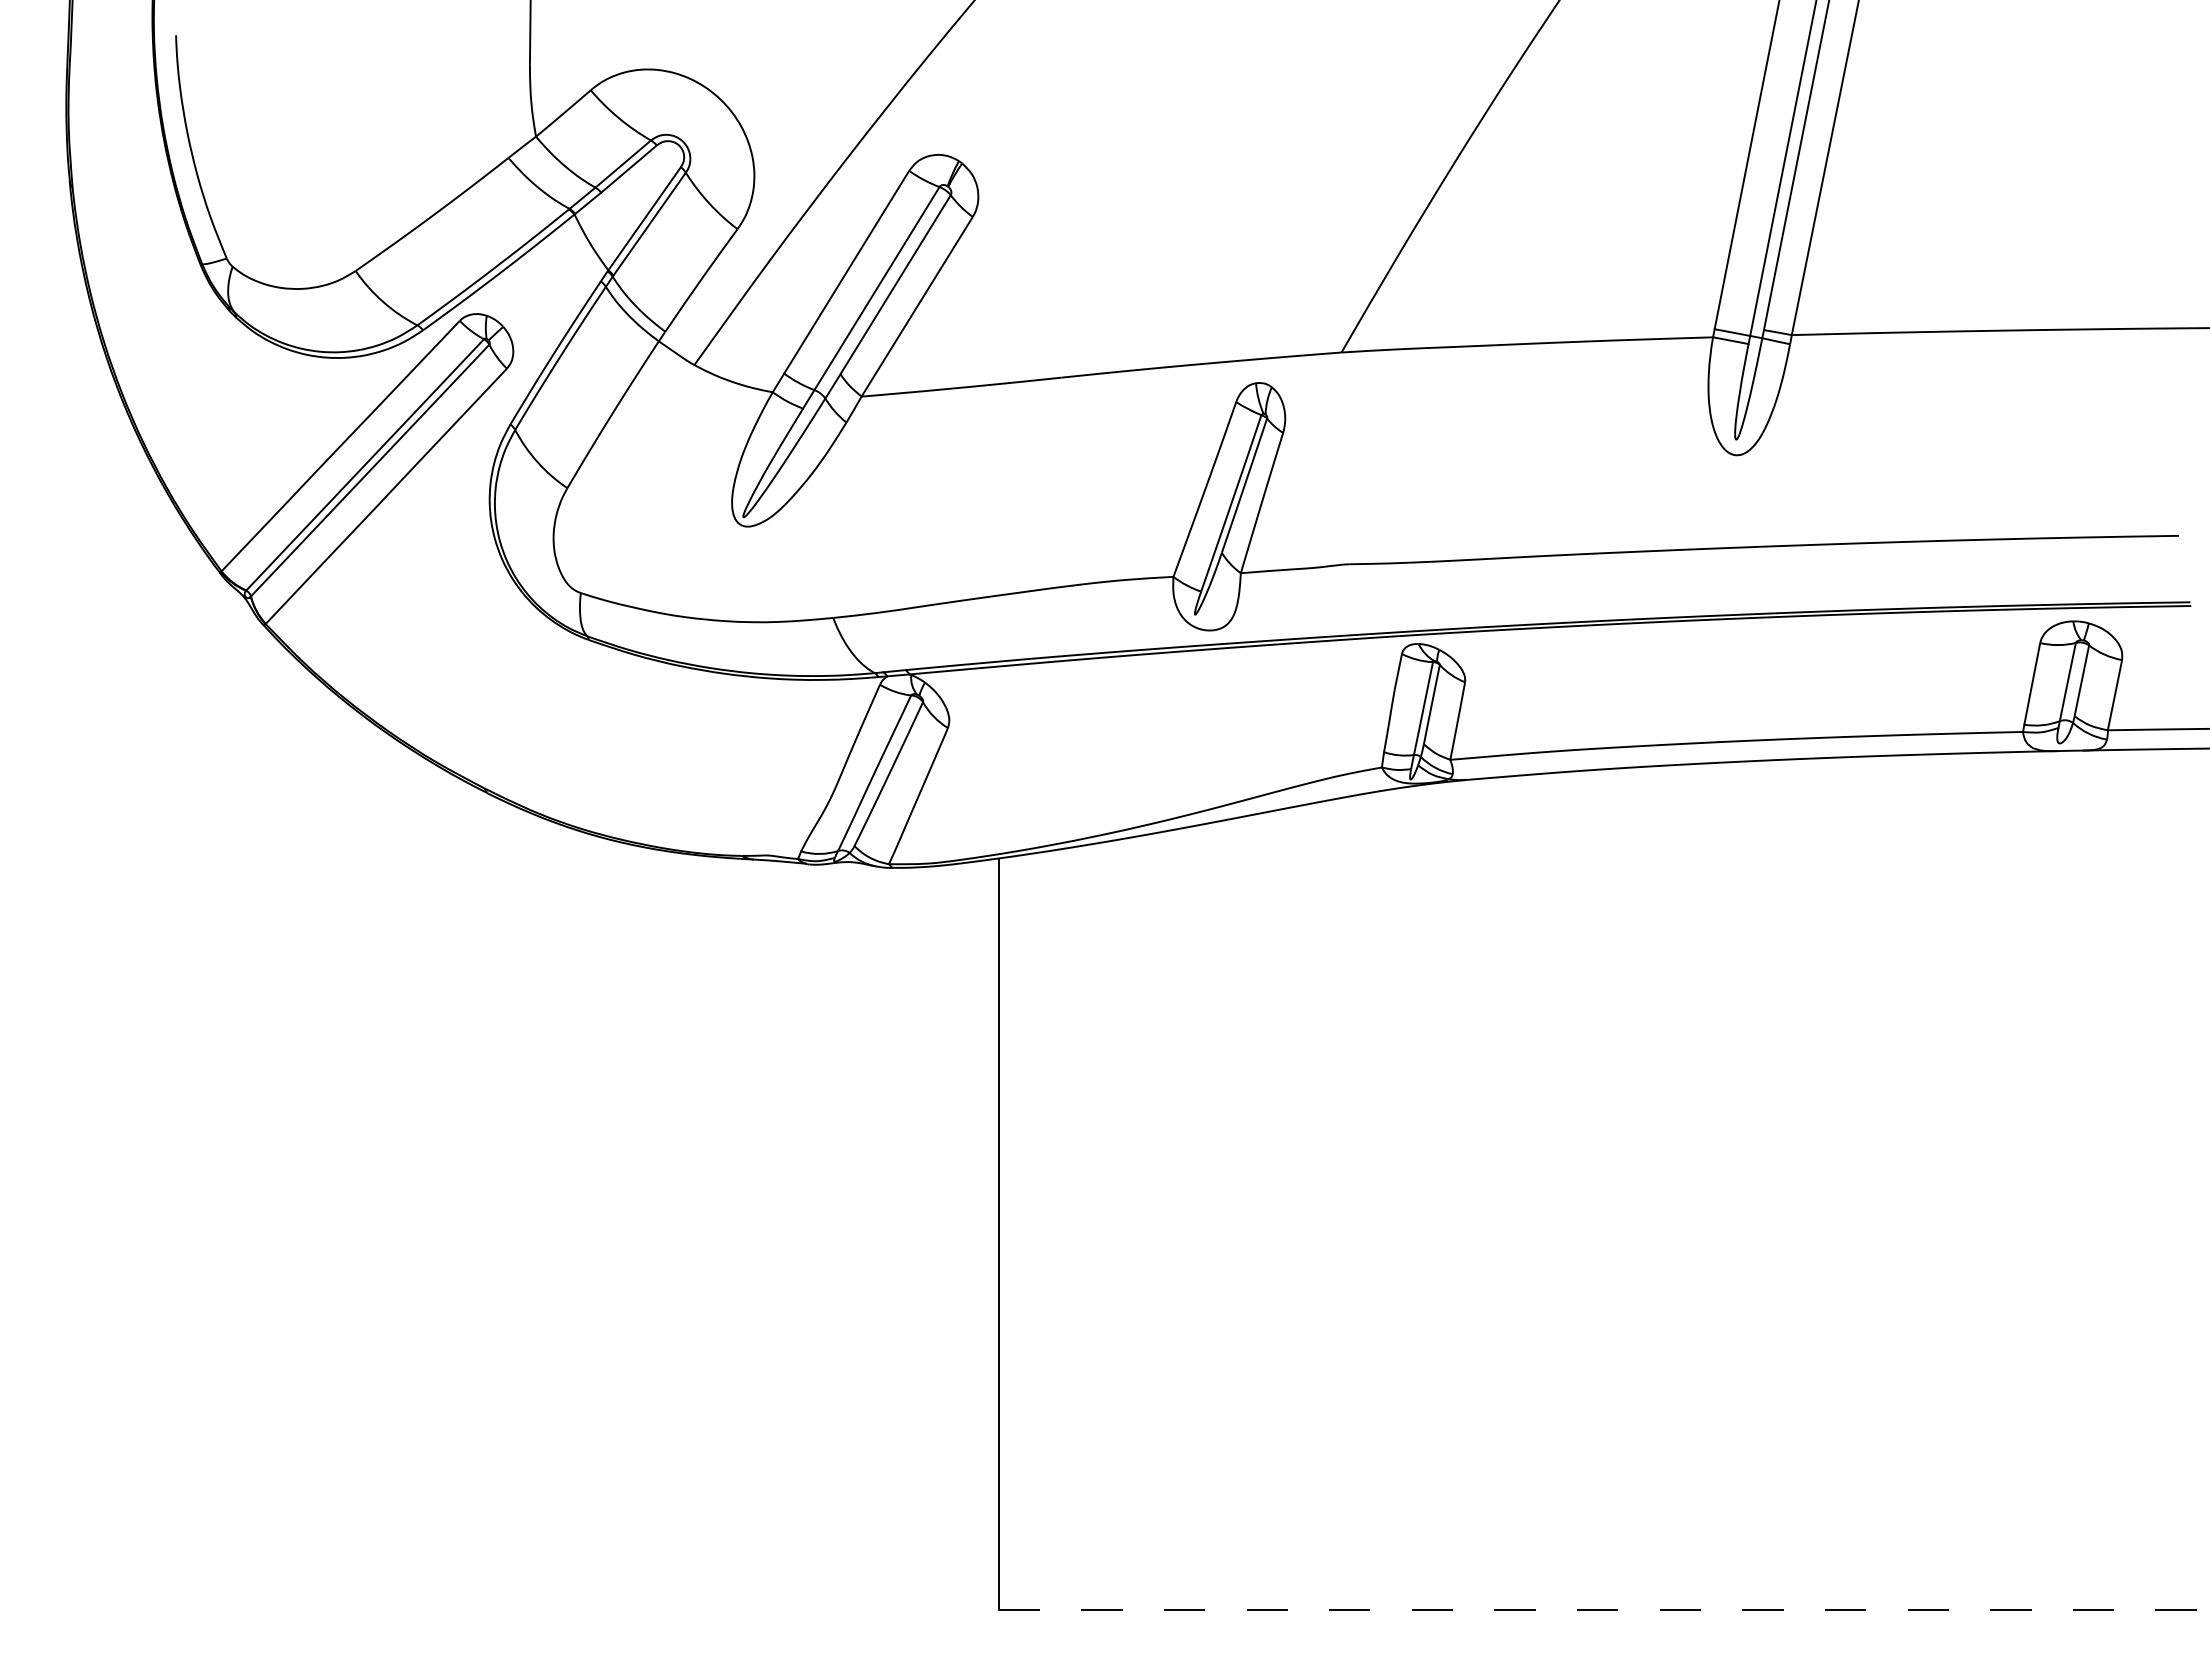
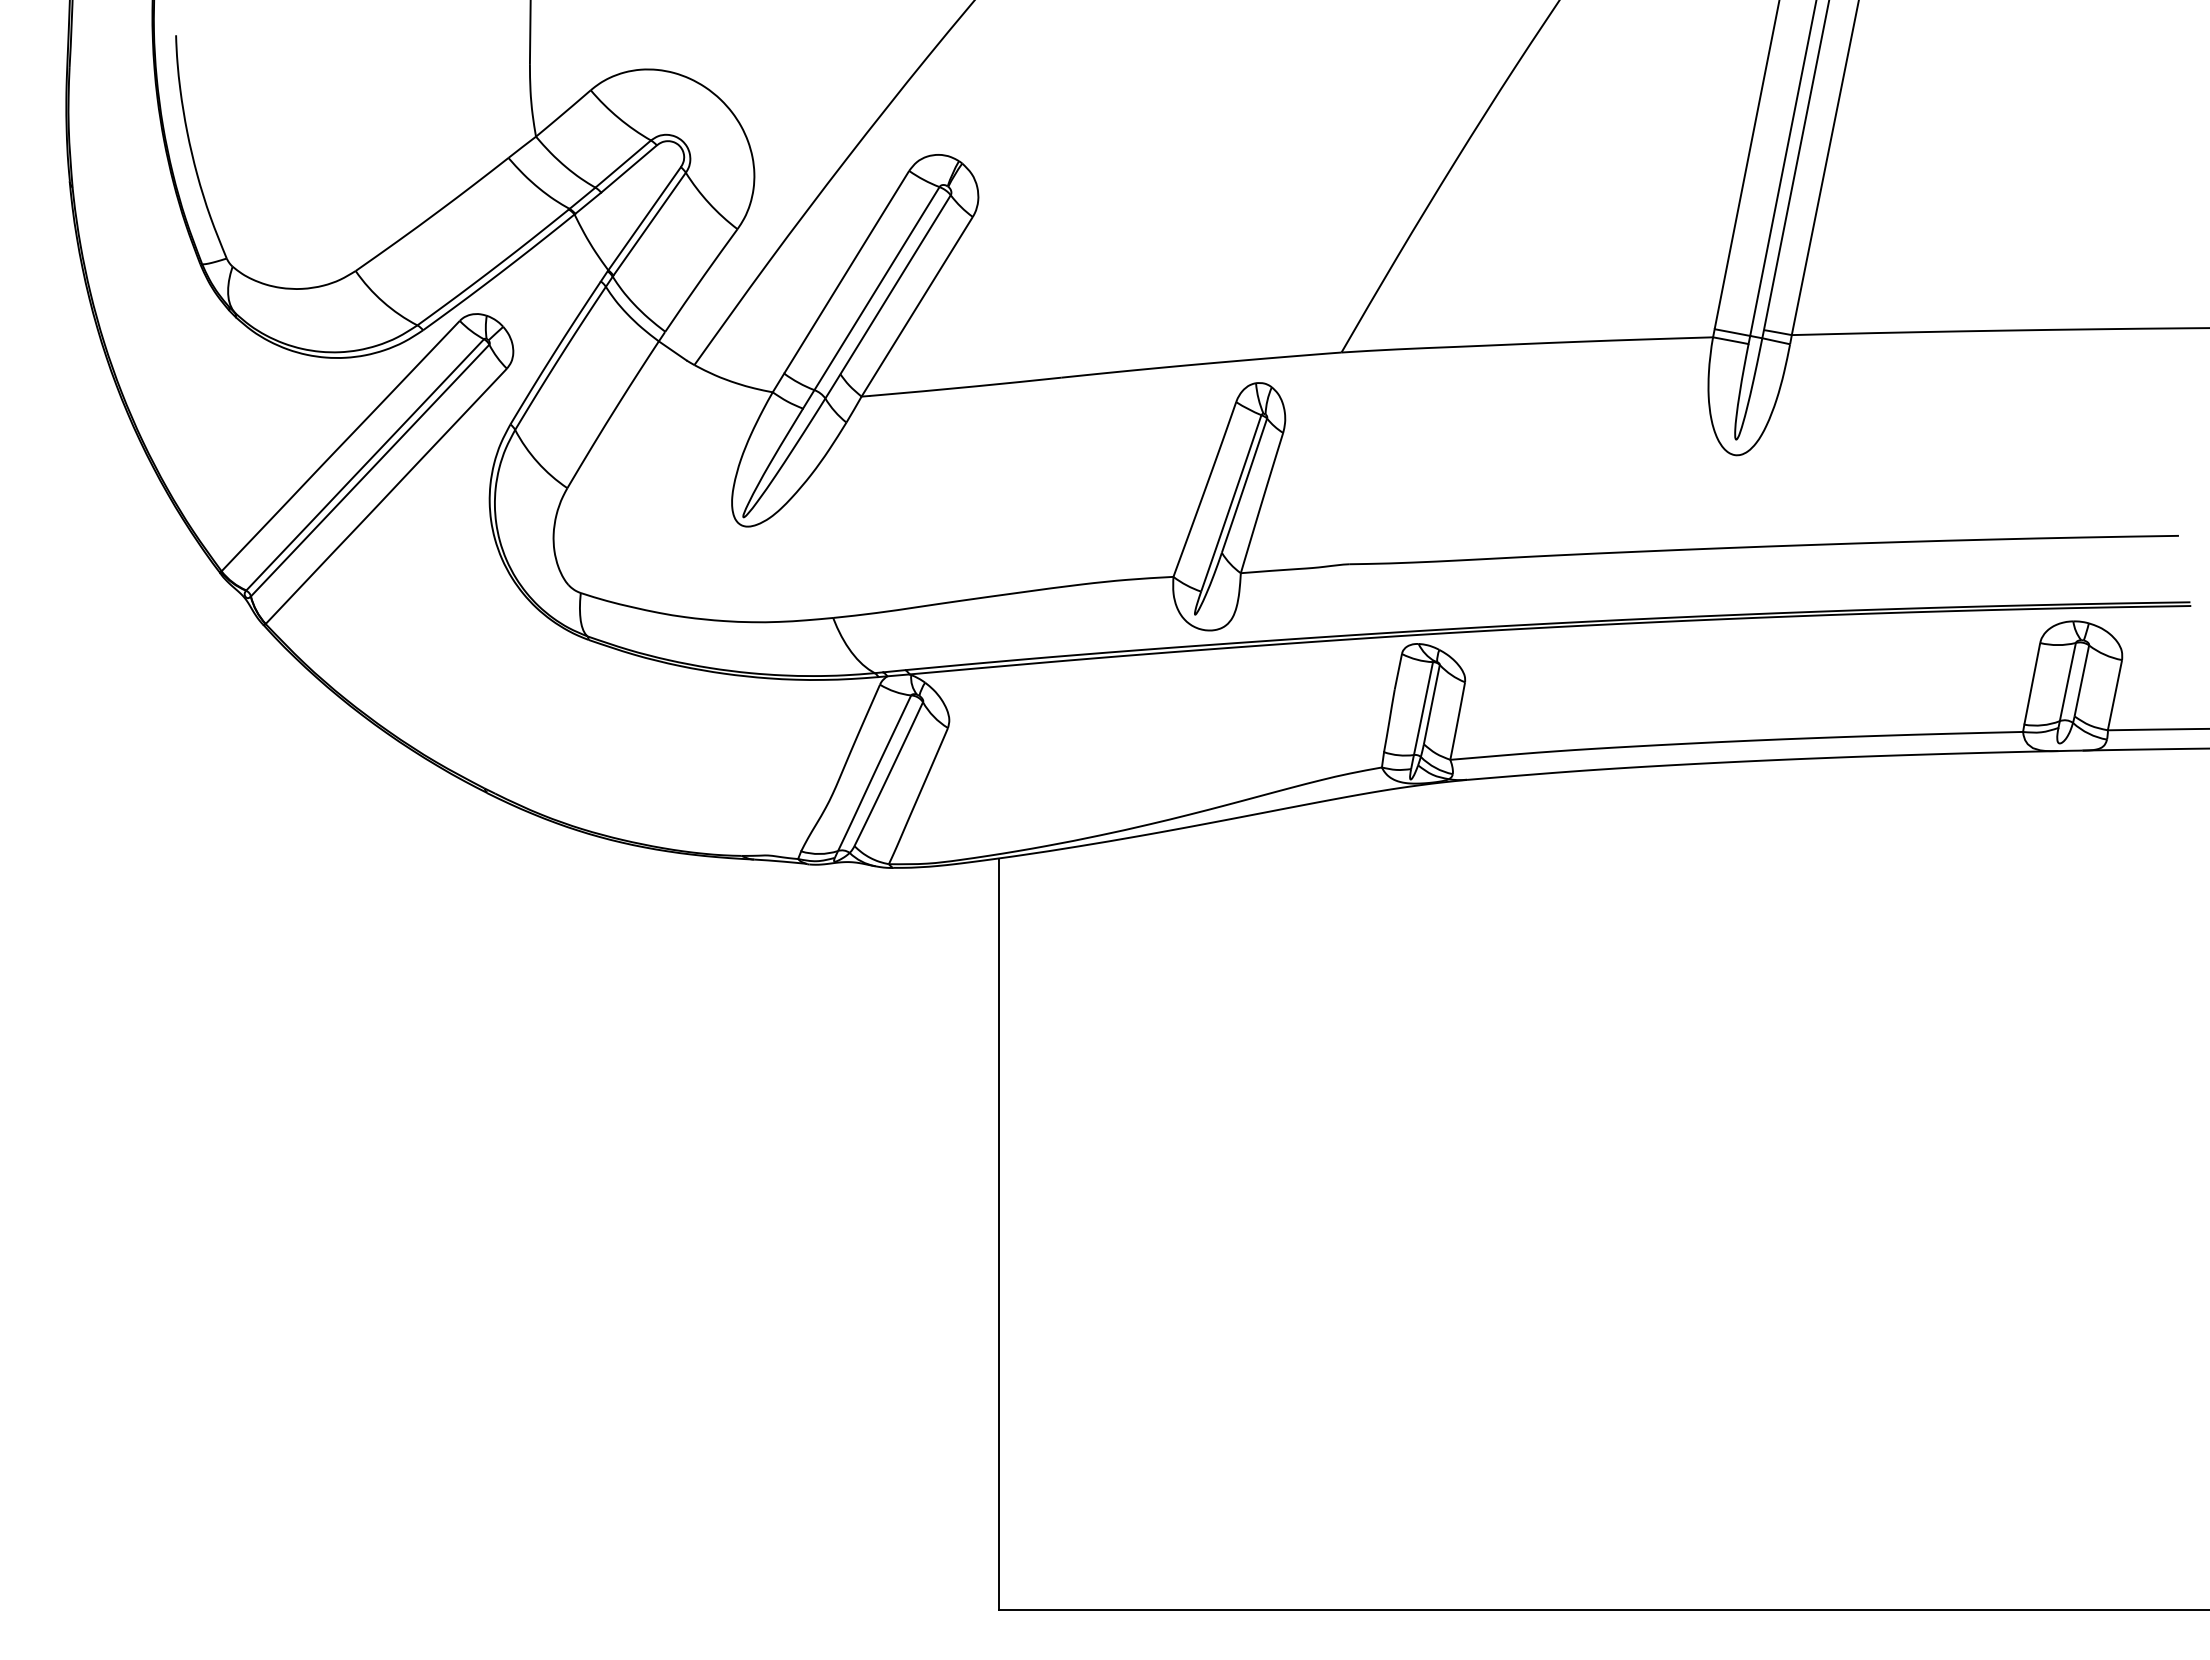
line at (1604, 1610): dashed -> solid
